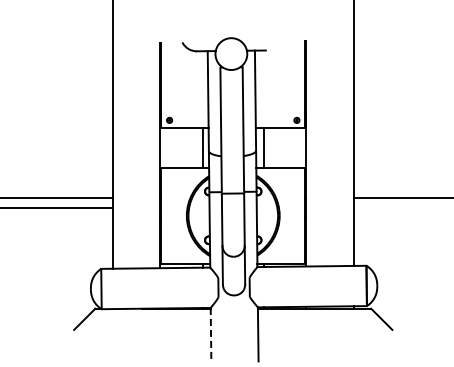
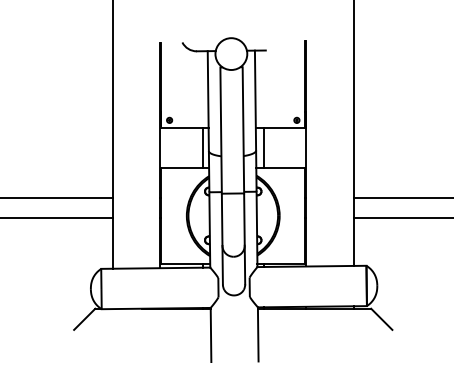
line at (57, 208) position: (57, 208) -> (57, 218)
line at (401, 218): none -> present
line at (211, 335): dashed -> solid
